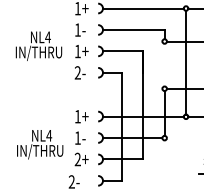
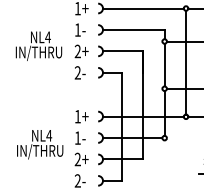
text at (77, 50): 1+ -> 2+
line at (164, 64): none -> present
text at (73, 181) position: (73, 181) -> (79, 180)
